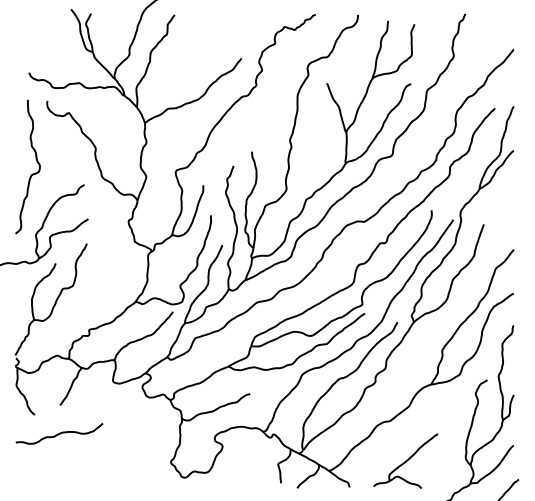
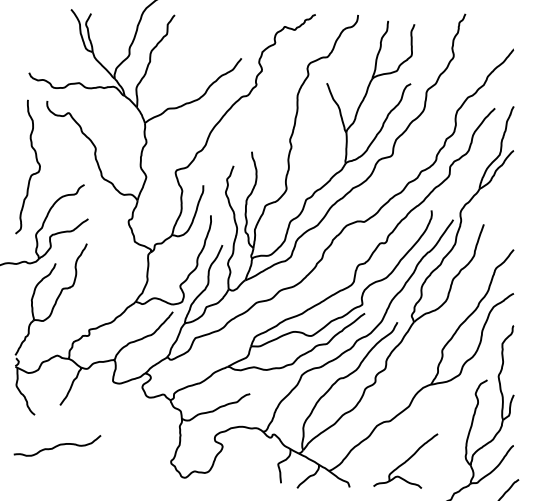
curve at (59, 433) position: (59, 433) -> (57, 445)
